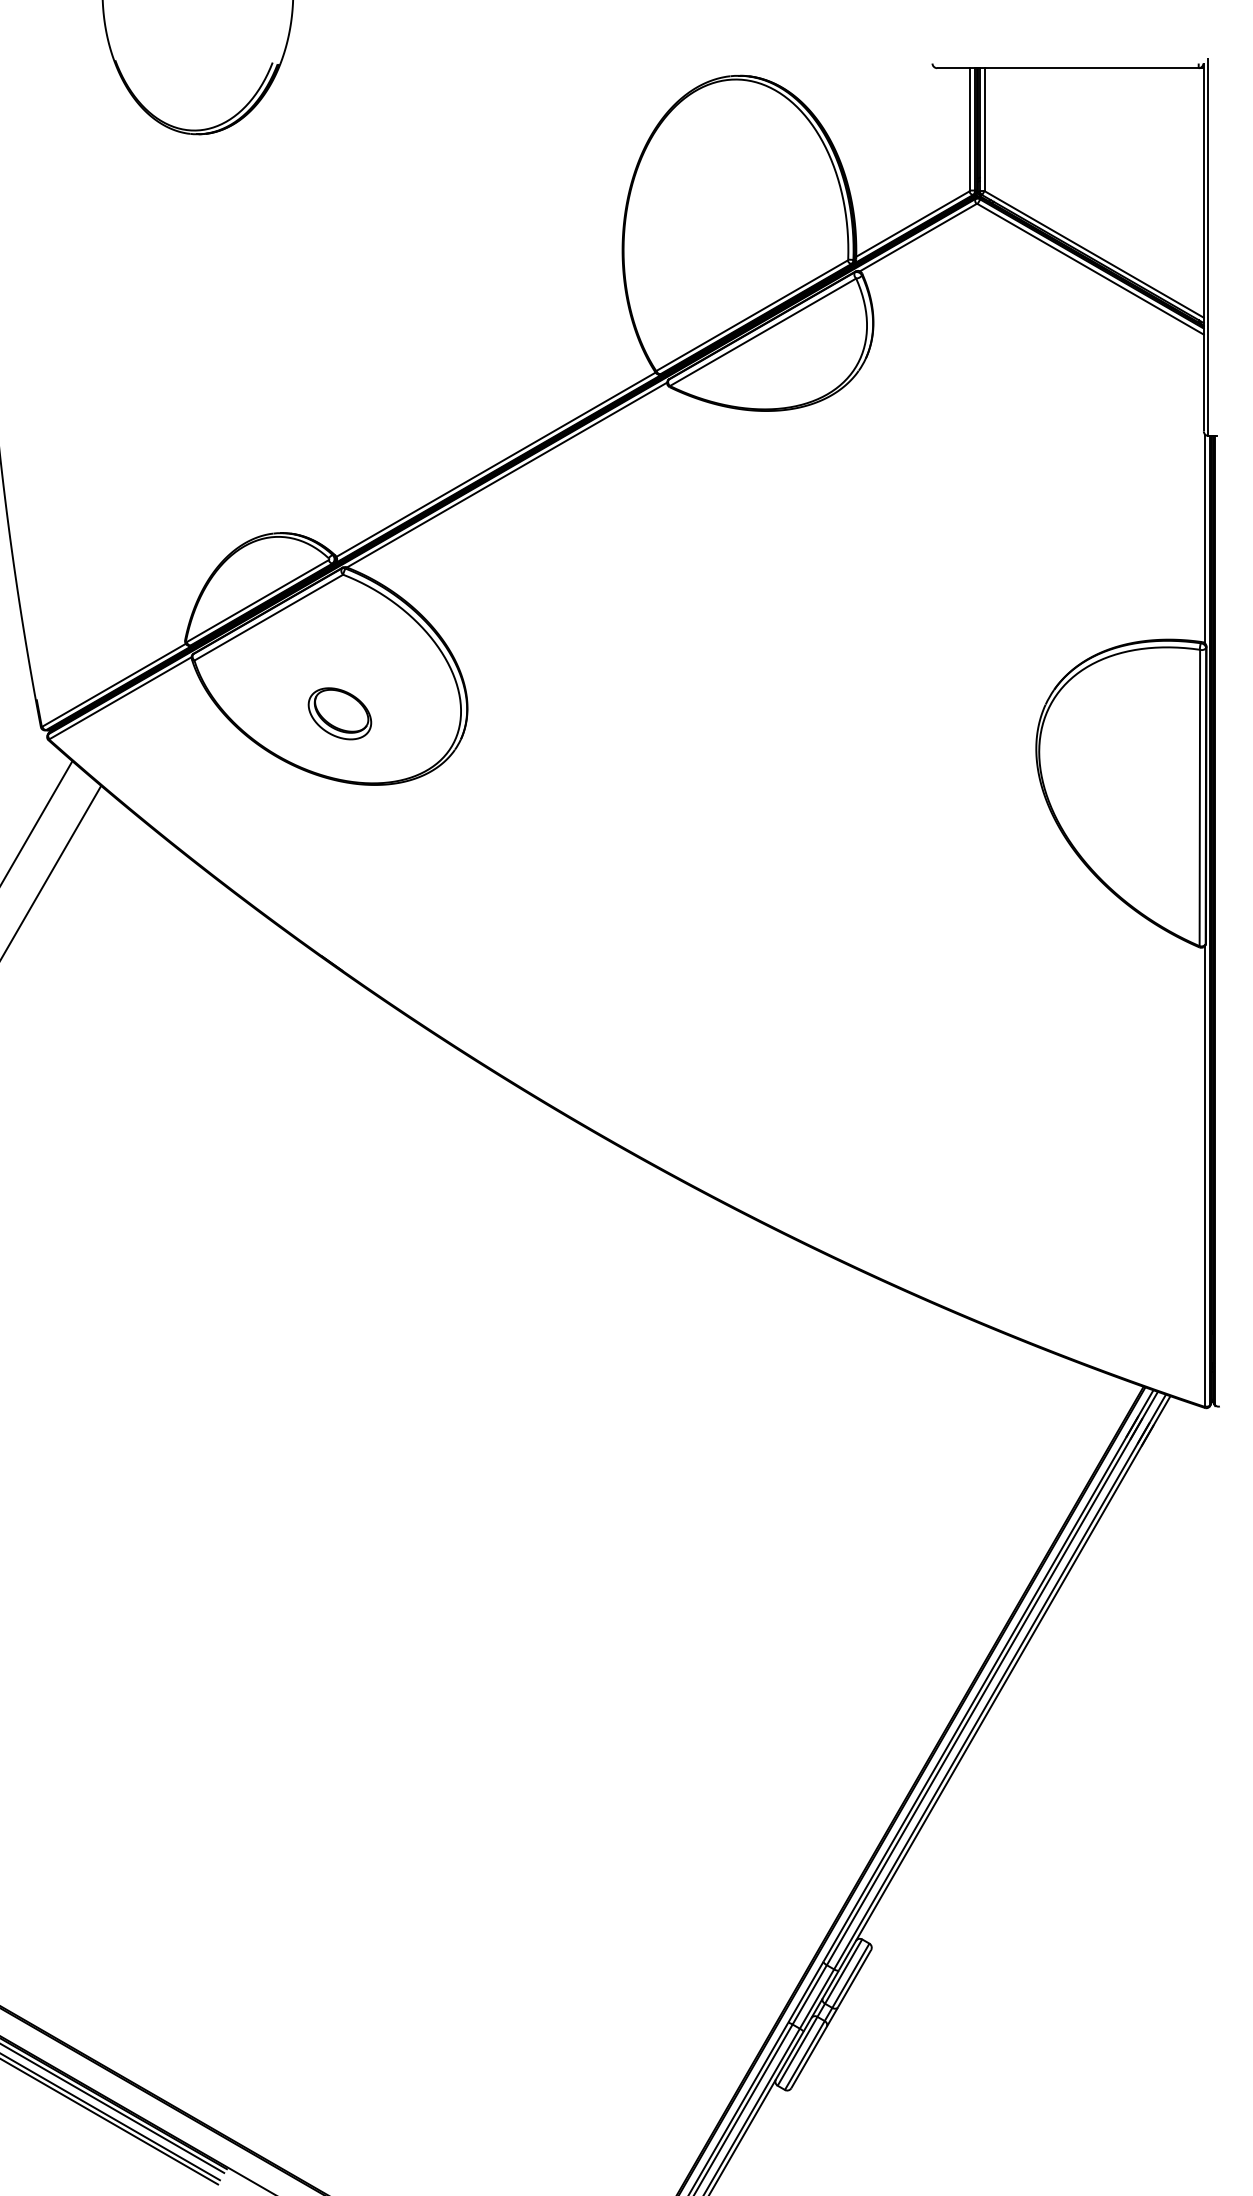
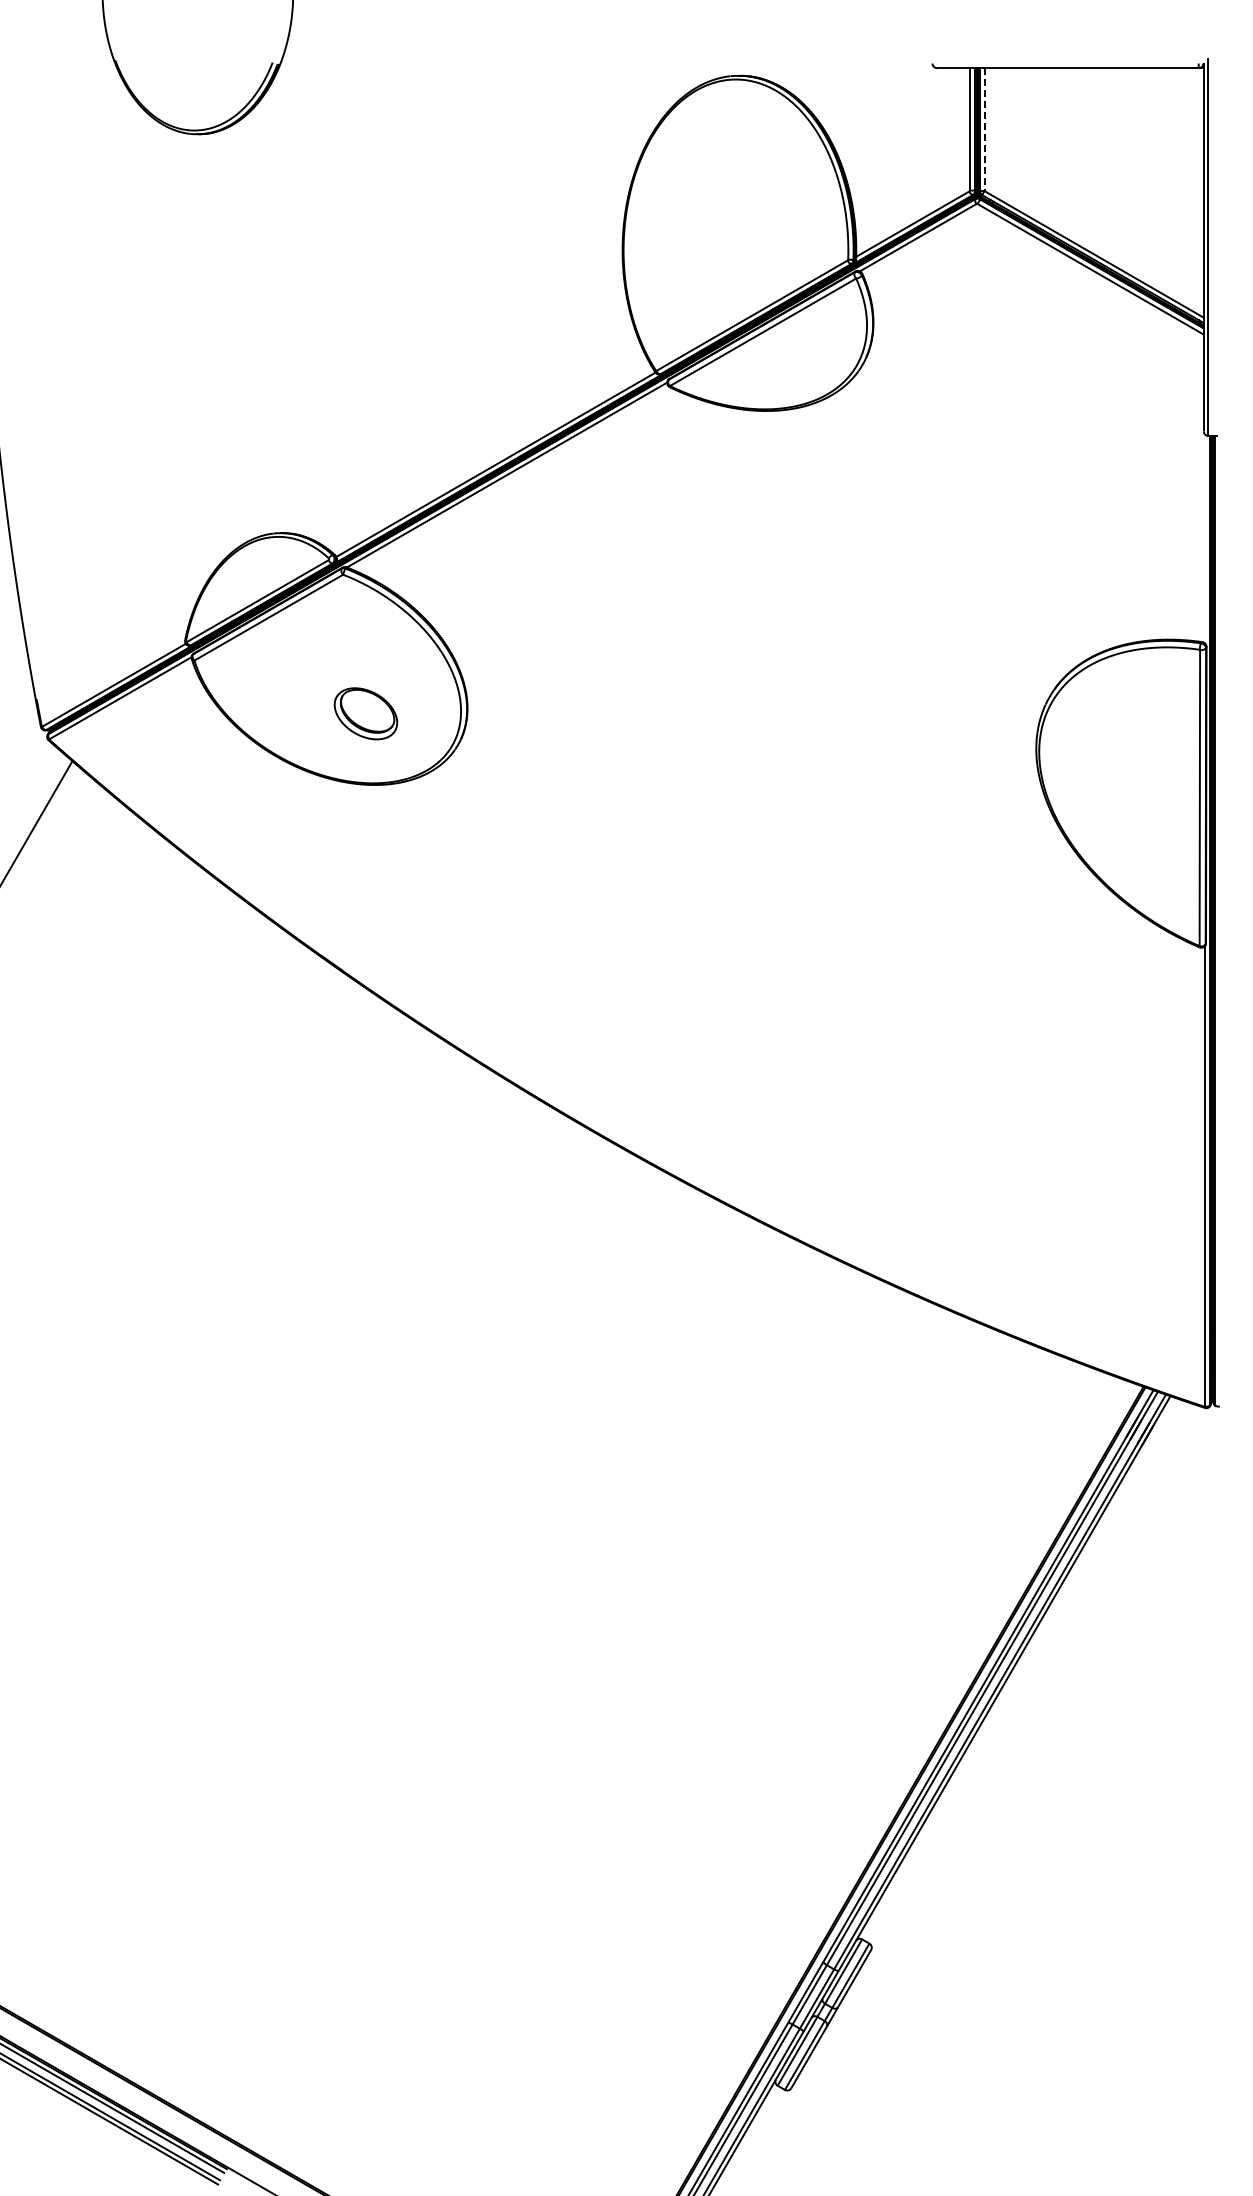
line at (984, 130): solid -> dashed
line at (1205, 538): present -> none
part at (339, 713) position: (339, 713) -> (365, 713)
line at (51, 871): present -> none
